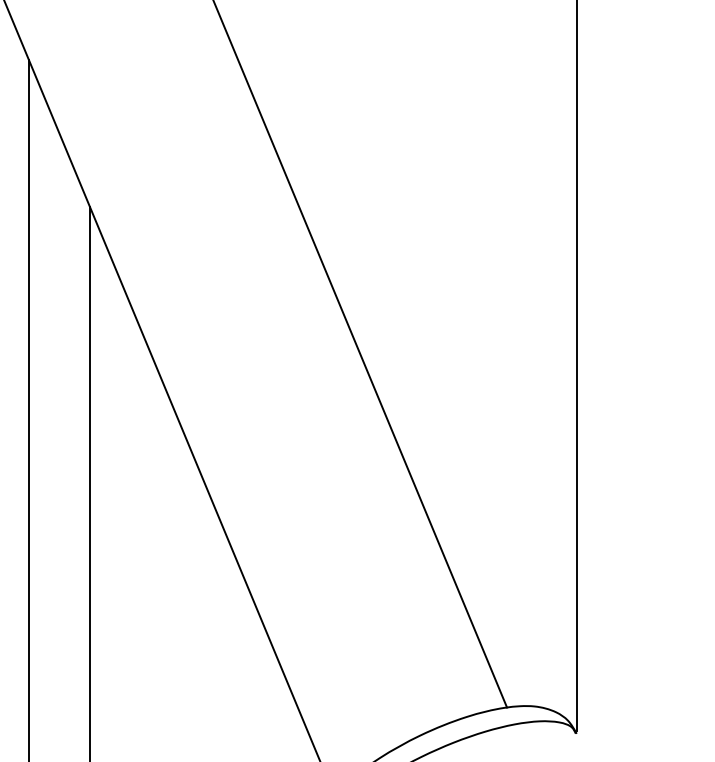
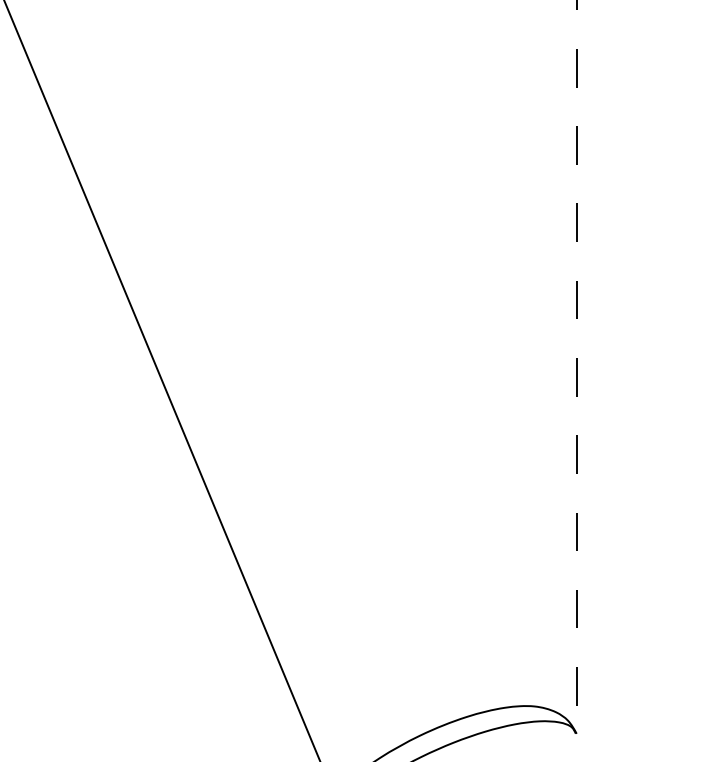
line at (360, 354): present -> none
line at (576, 366): solid -> dashed
line at (29, 409): present -> none
line at (90, 482): present -> none
